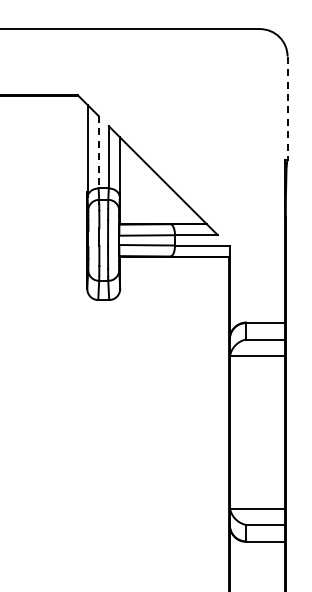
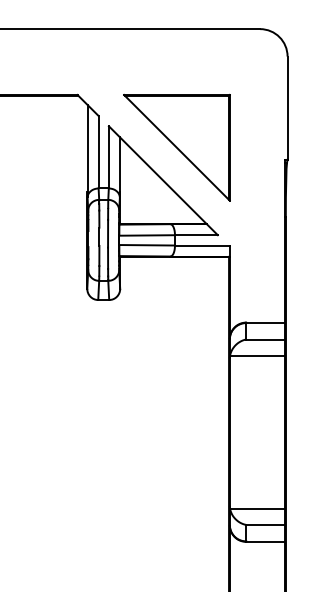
line at (287, 108): dashed -> solid
part at (176, 147): none -> present
line at (98, 152): dashed -> solid
